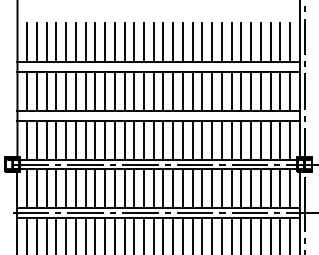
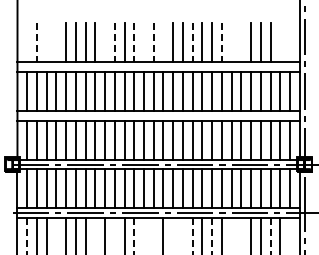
line at (27, 42): present -> none
line at (46, 42): present -> none
line at (56, 42): present -> none
line at (105, 42): present -> none
line at (144, 42): present -> none
line at (163, 42): present -> none
line at (231, 42): present -> none
line at (241, 42): present -> none
line at (280, 42): present -> none
line at (290, 42): present -> none
line at (36, 43): solid -> dashed
line at (114, 43): solid -> dashed
line at (134, 43): solid -> dashed
line at (153, 43): solid -> dashed
line at (192, 43): solid -> dashed
line at (221, 43): solid -> dashed
line at (56, 234): present -> none
line at (95, 234): present -> none
line at (114, 234): present -> none
line at (144, 234): present -> none
line at (153, 234): present -> none
line at (173, 234): present -> none
line at (182, 234): present -> none
line at (231, 234): present -> none
line at (241, 234): present -> none
line at (290, 234): present -> none
line at (27, 236): solid -> dashed
line at (134, 236): solid -> dashed
line at (192, 236): solid -> dashed
line at (212, 236): solid -> dashed
line at (270, 236): solid -> dashed
